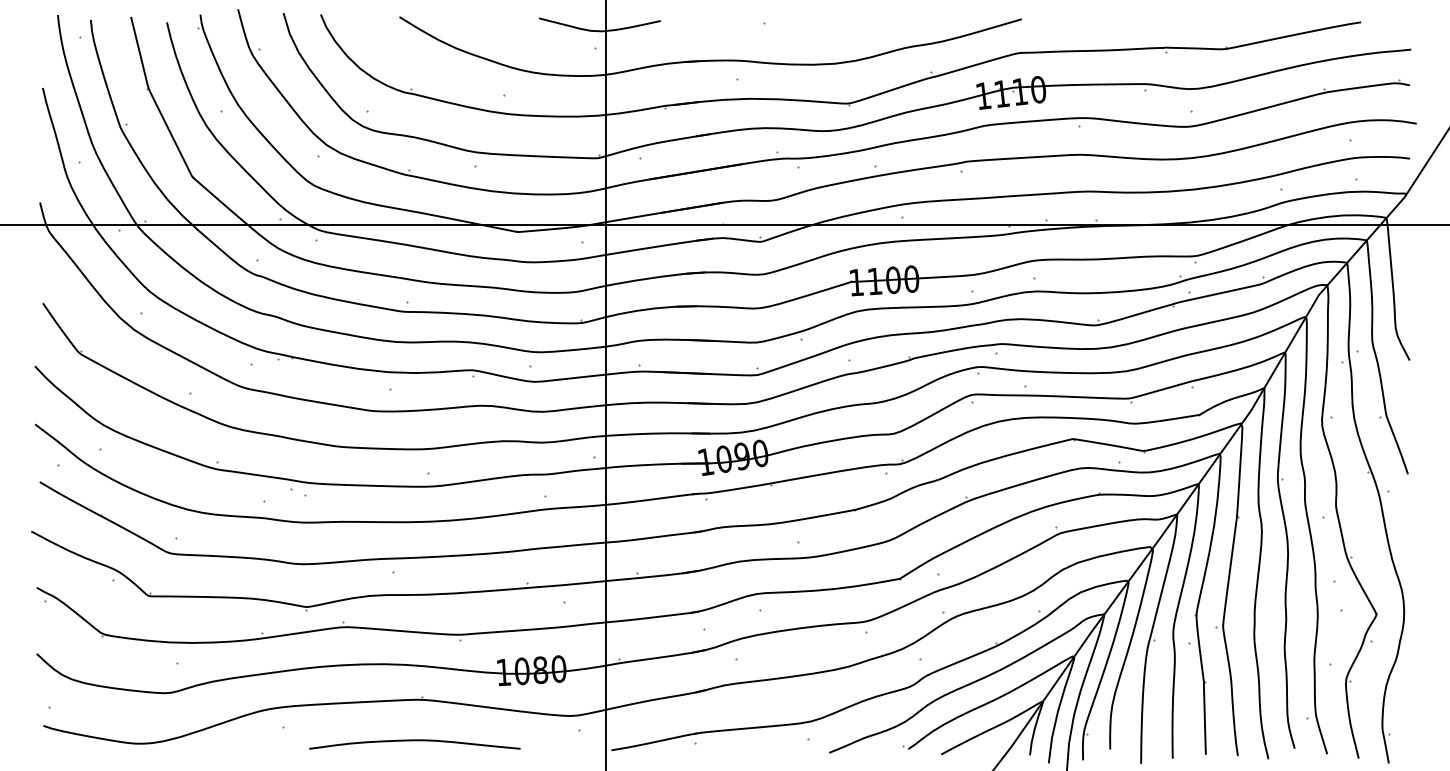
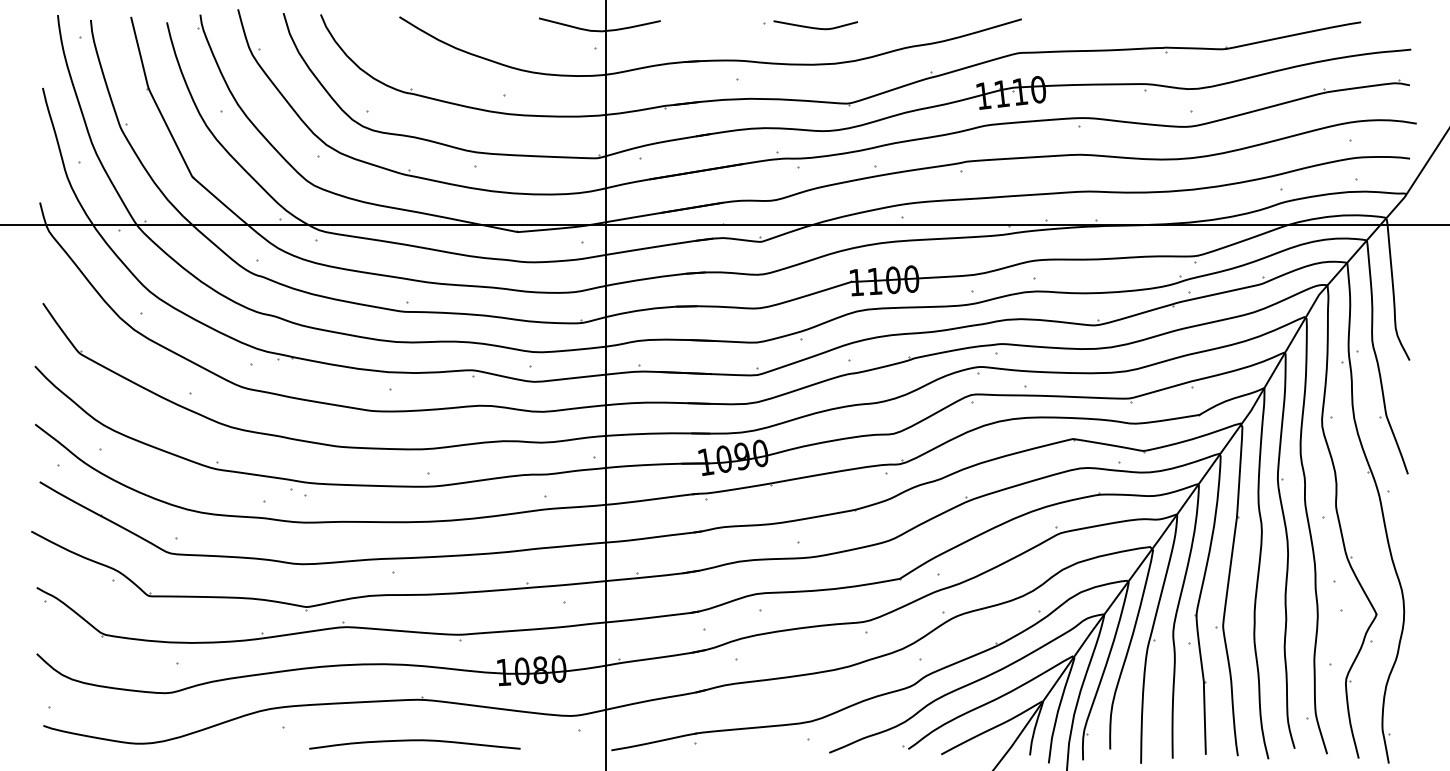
curve at (815, 27): none -> present
